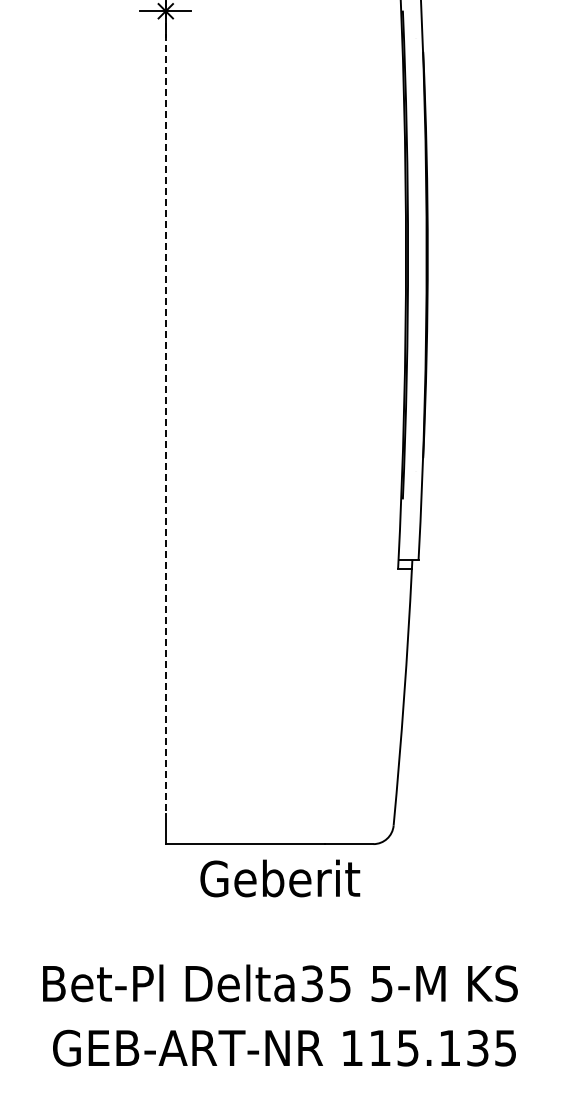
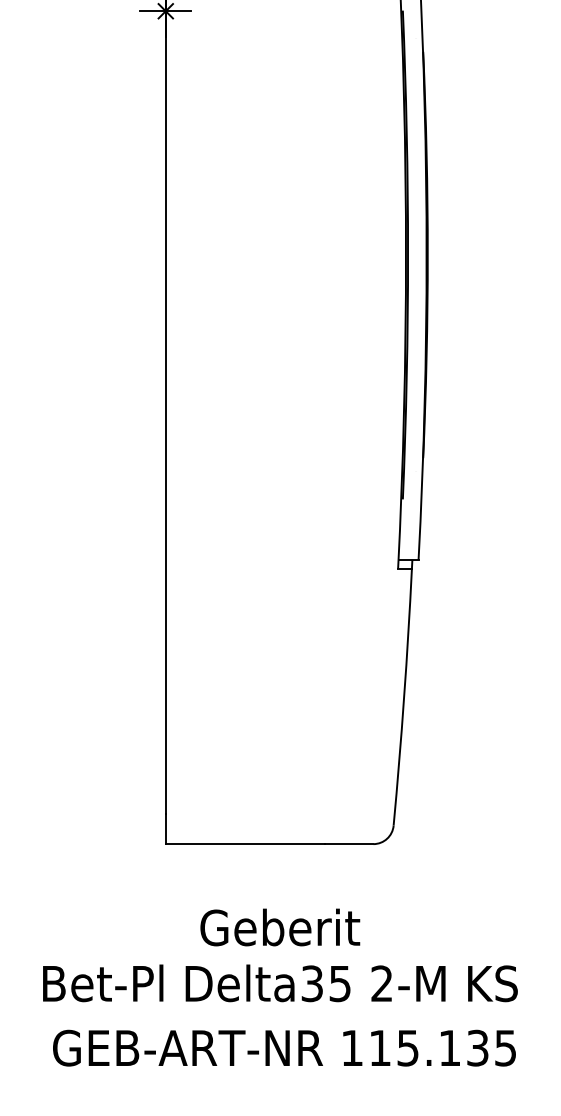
line at (165, 407): dashed -> solid
text at (280, 878) position: (280, 878) -> (280, 927)
text at (381, 983): 5-M -> 2-M
